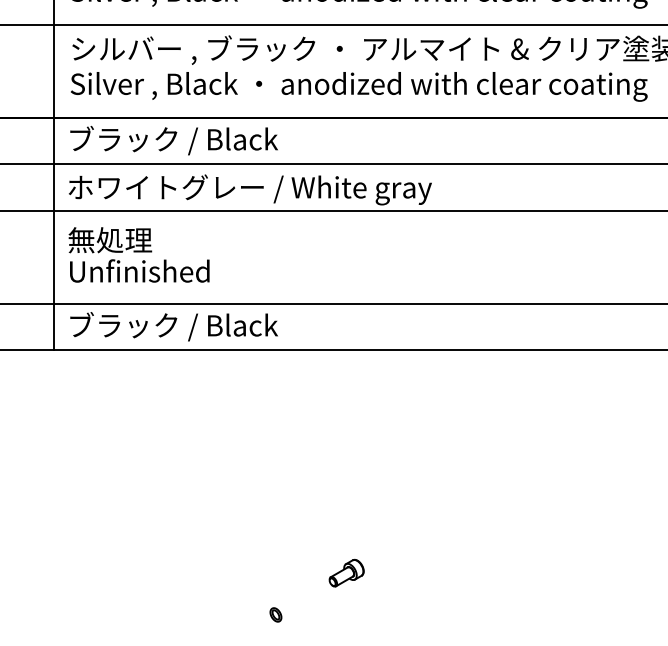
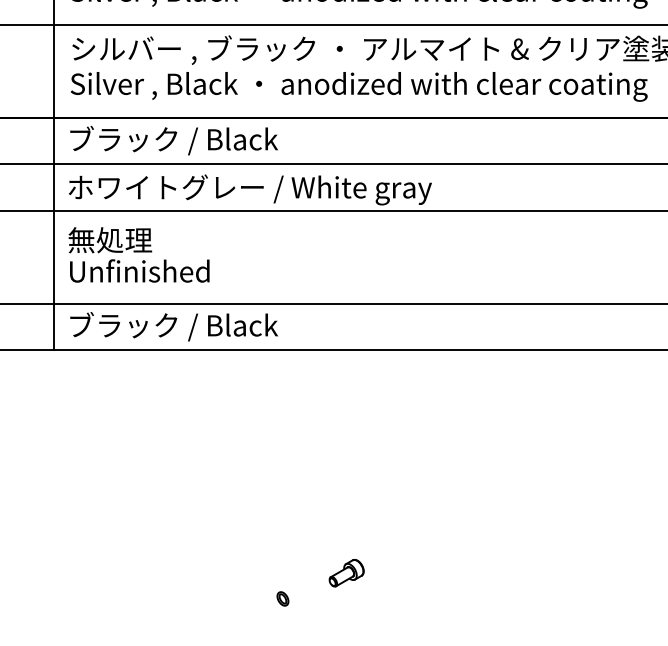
part at (275, 614) position: (275, 614) -> (282, 598)
